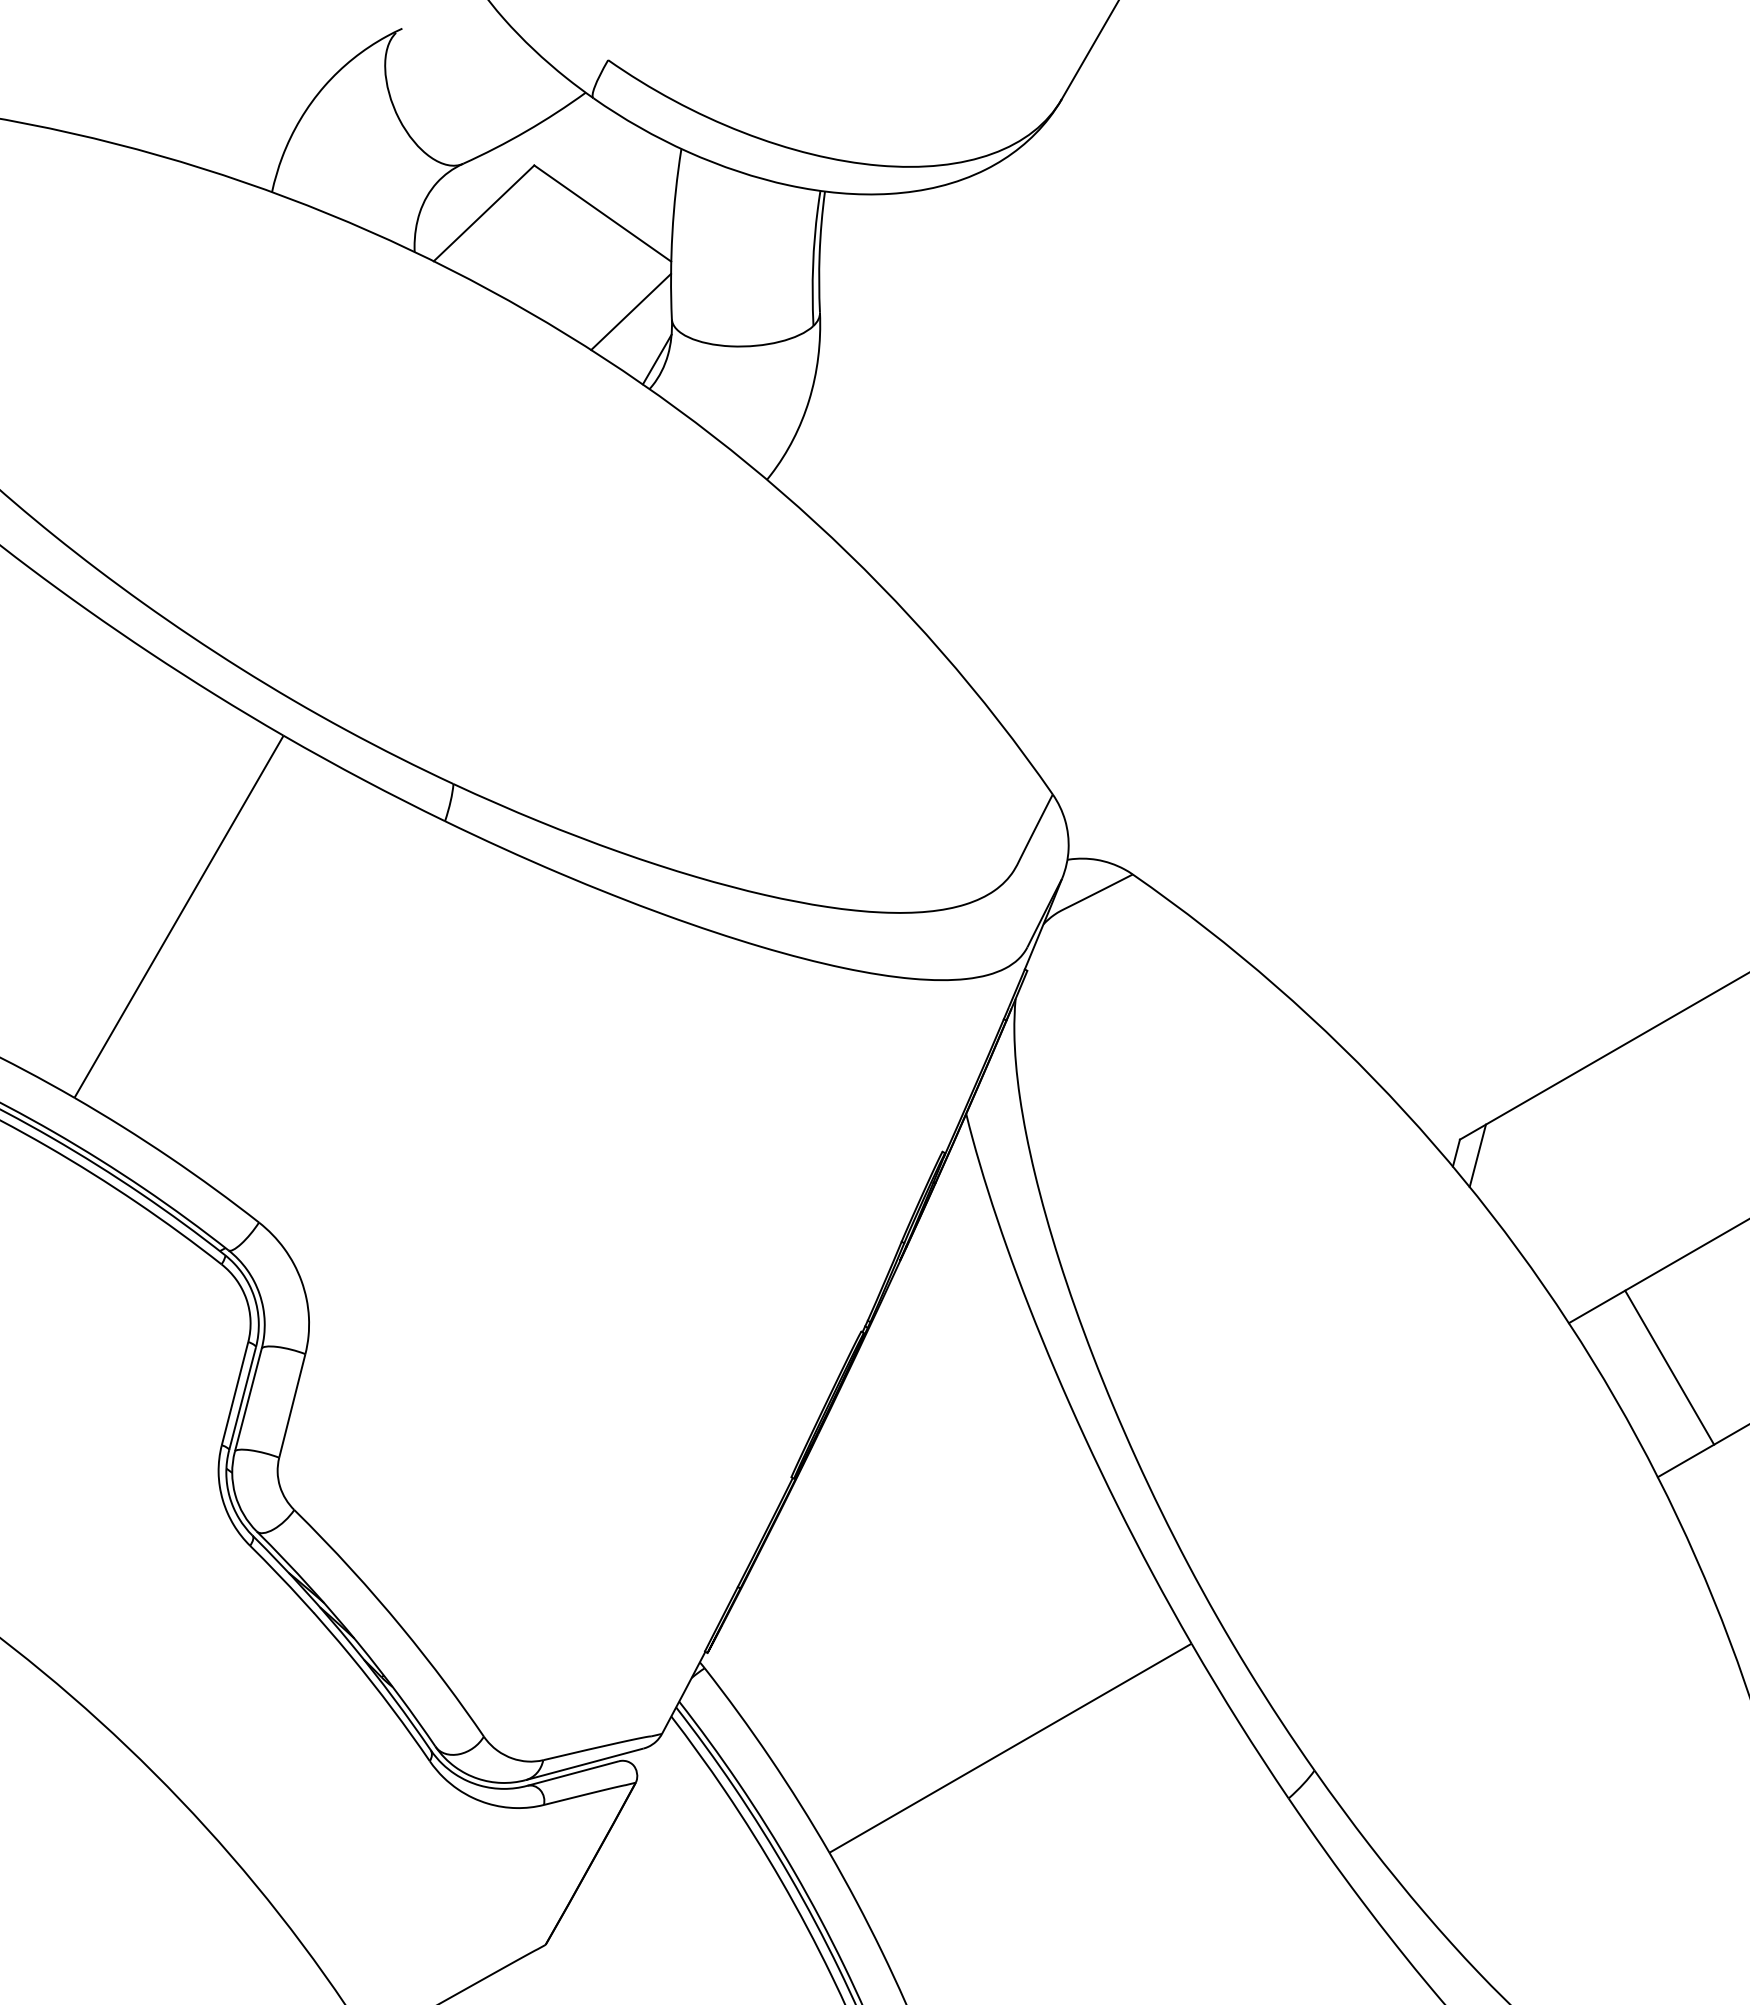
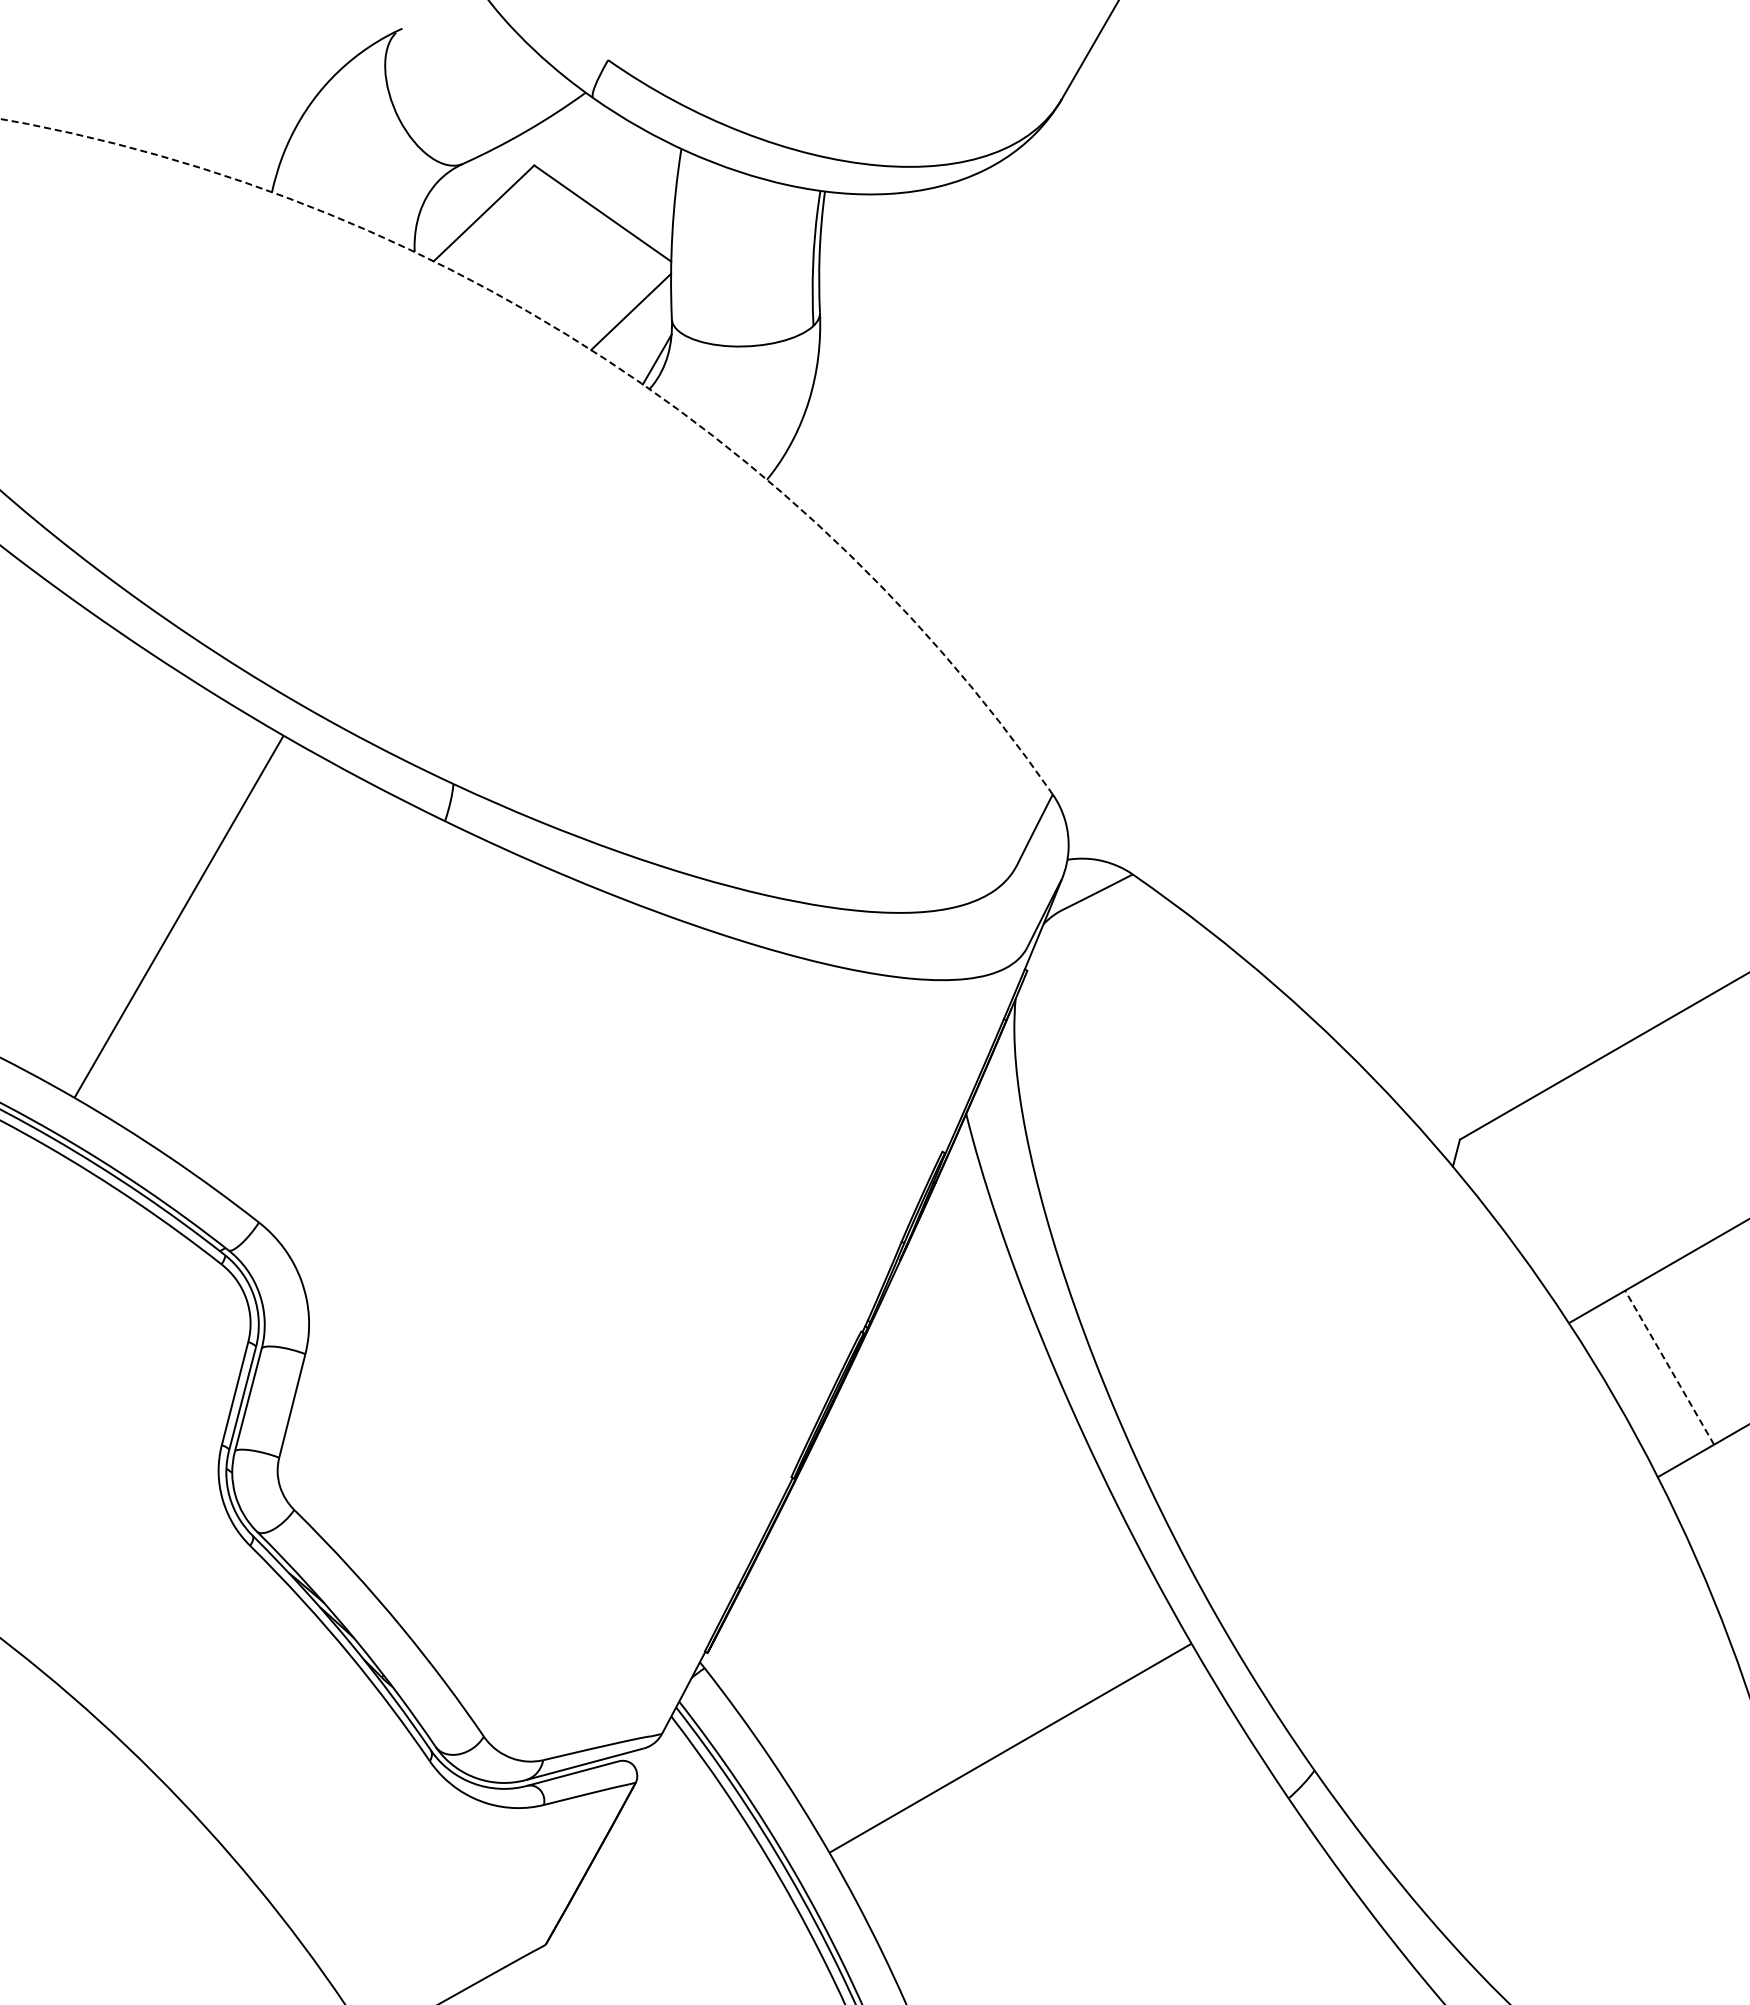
arc at (594, 352): solid -> dashed
line at (1477, 1155): present -> none
line at (1669, 1367): solid -> dashed
